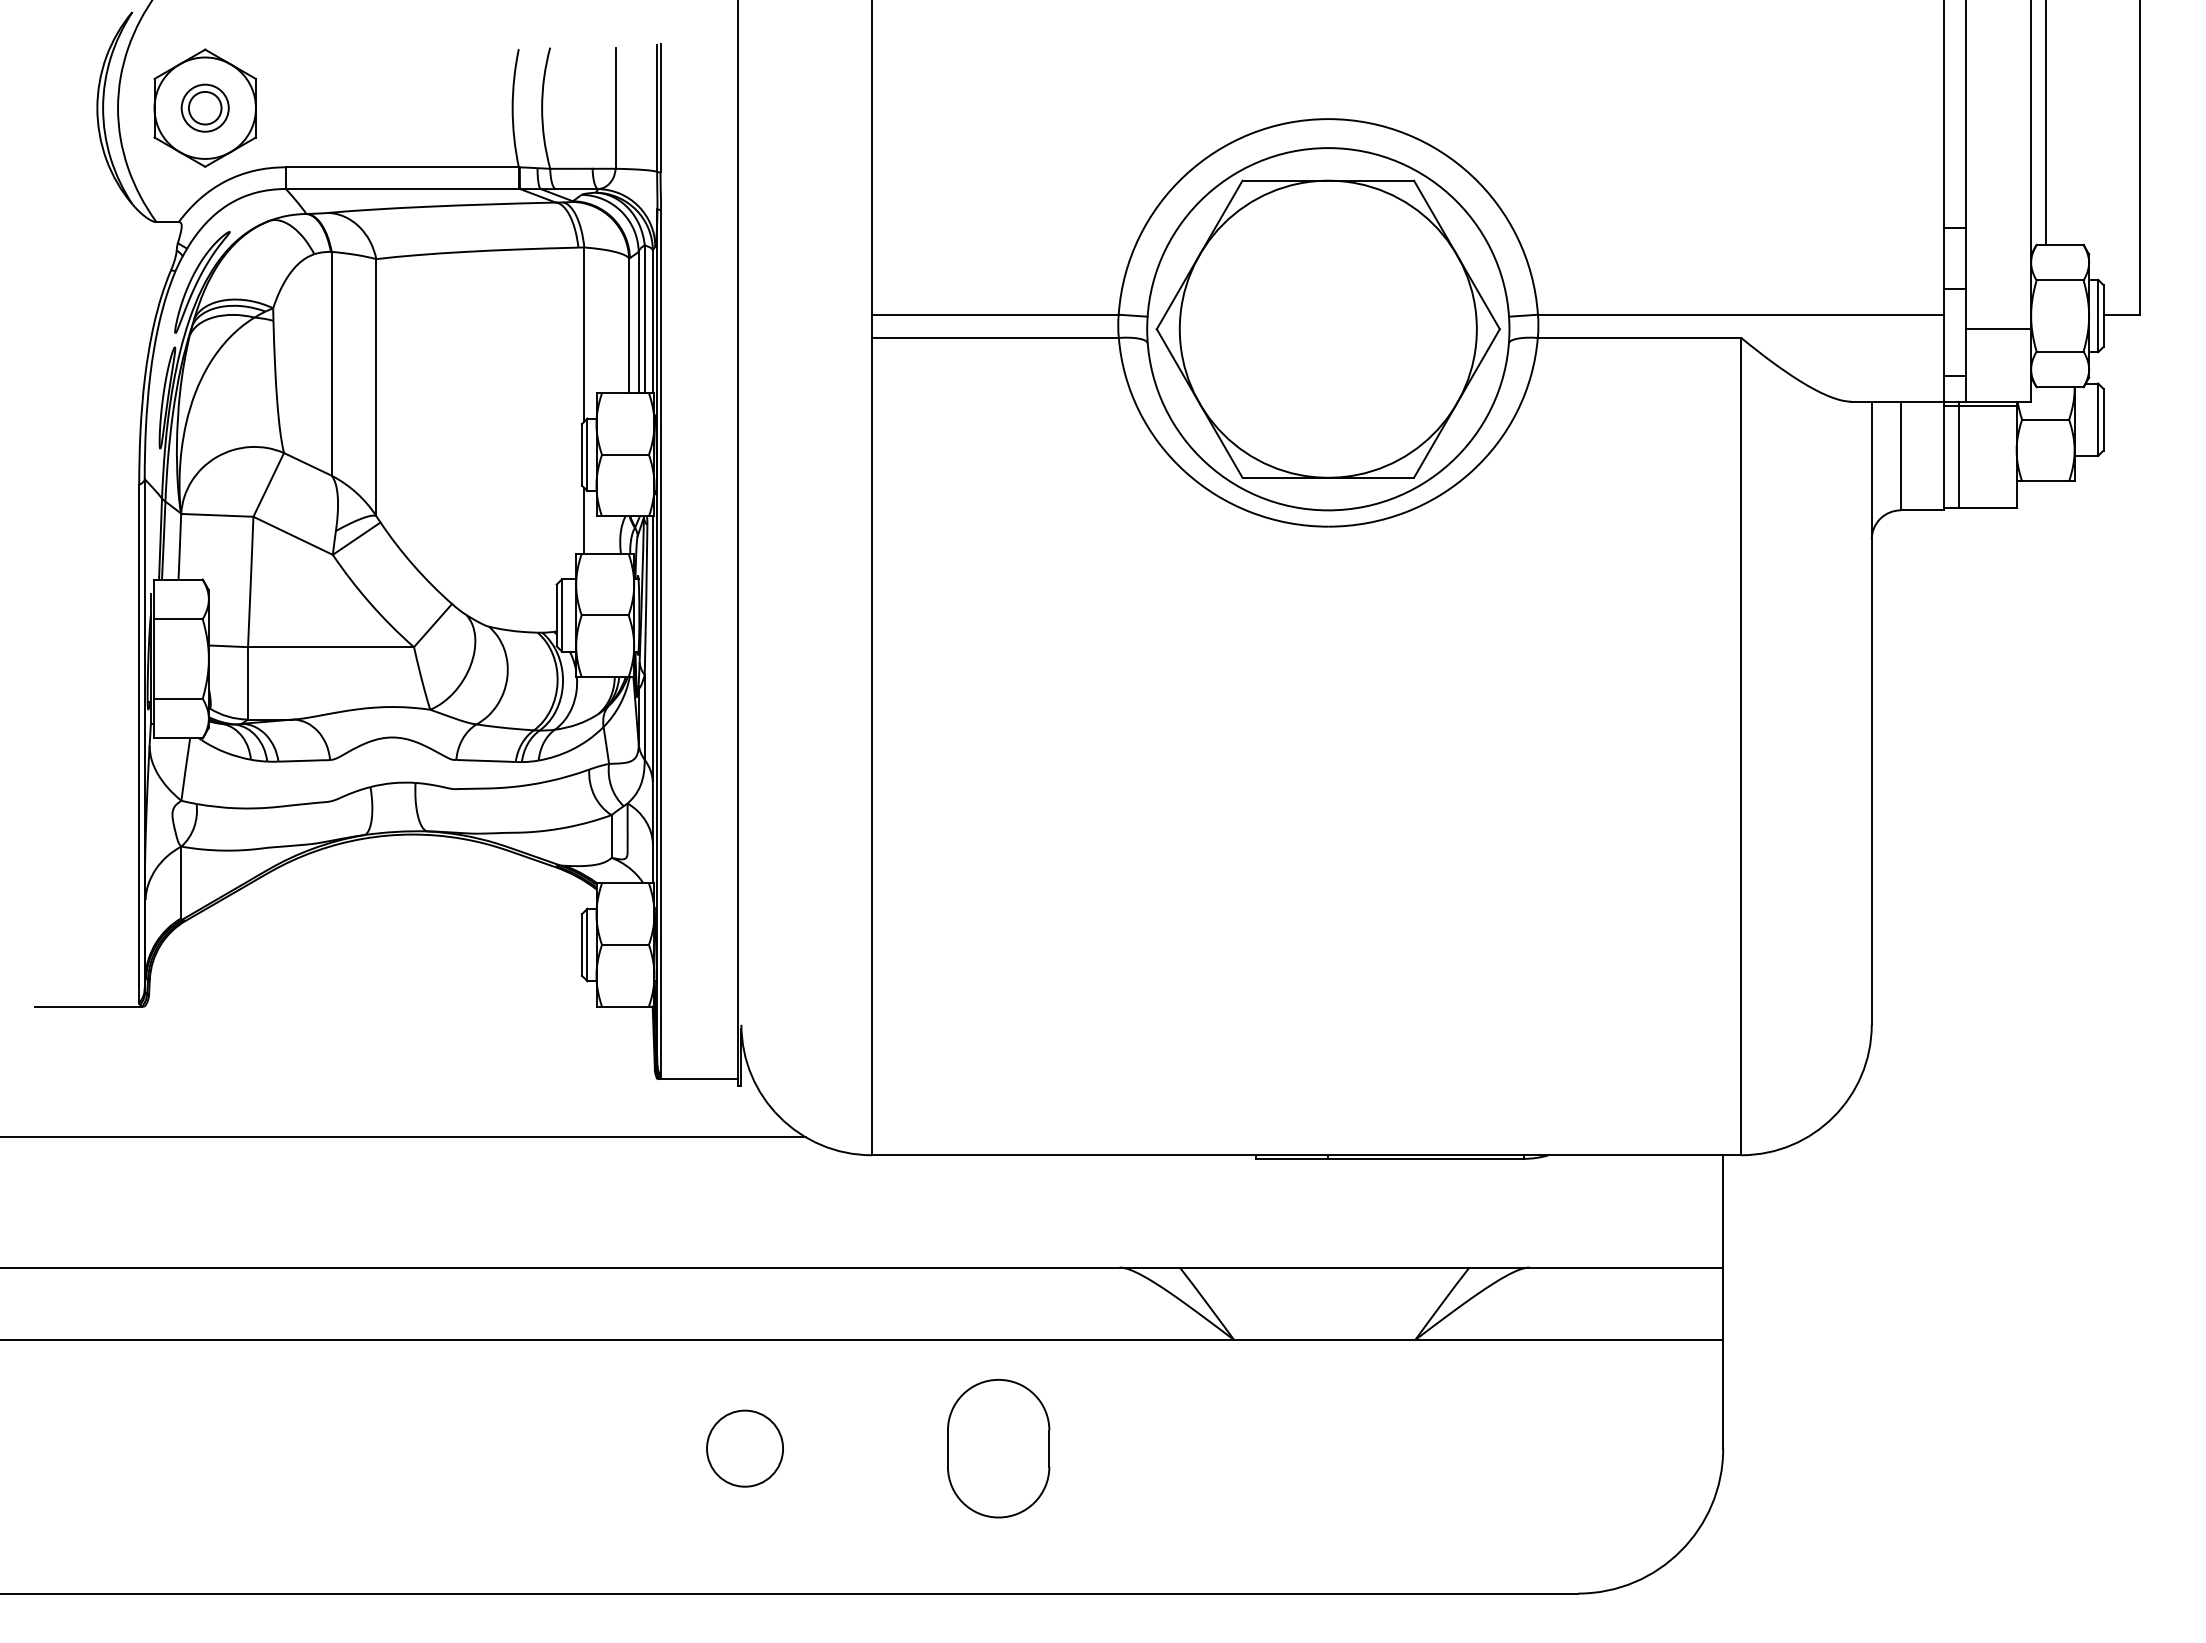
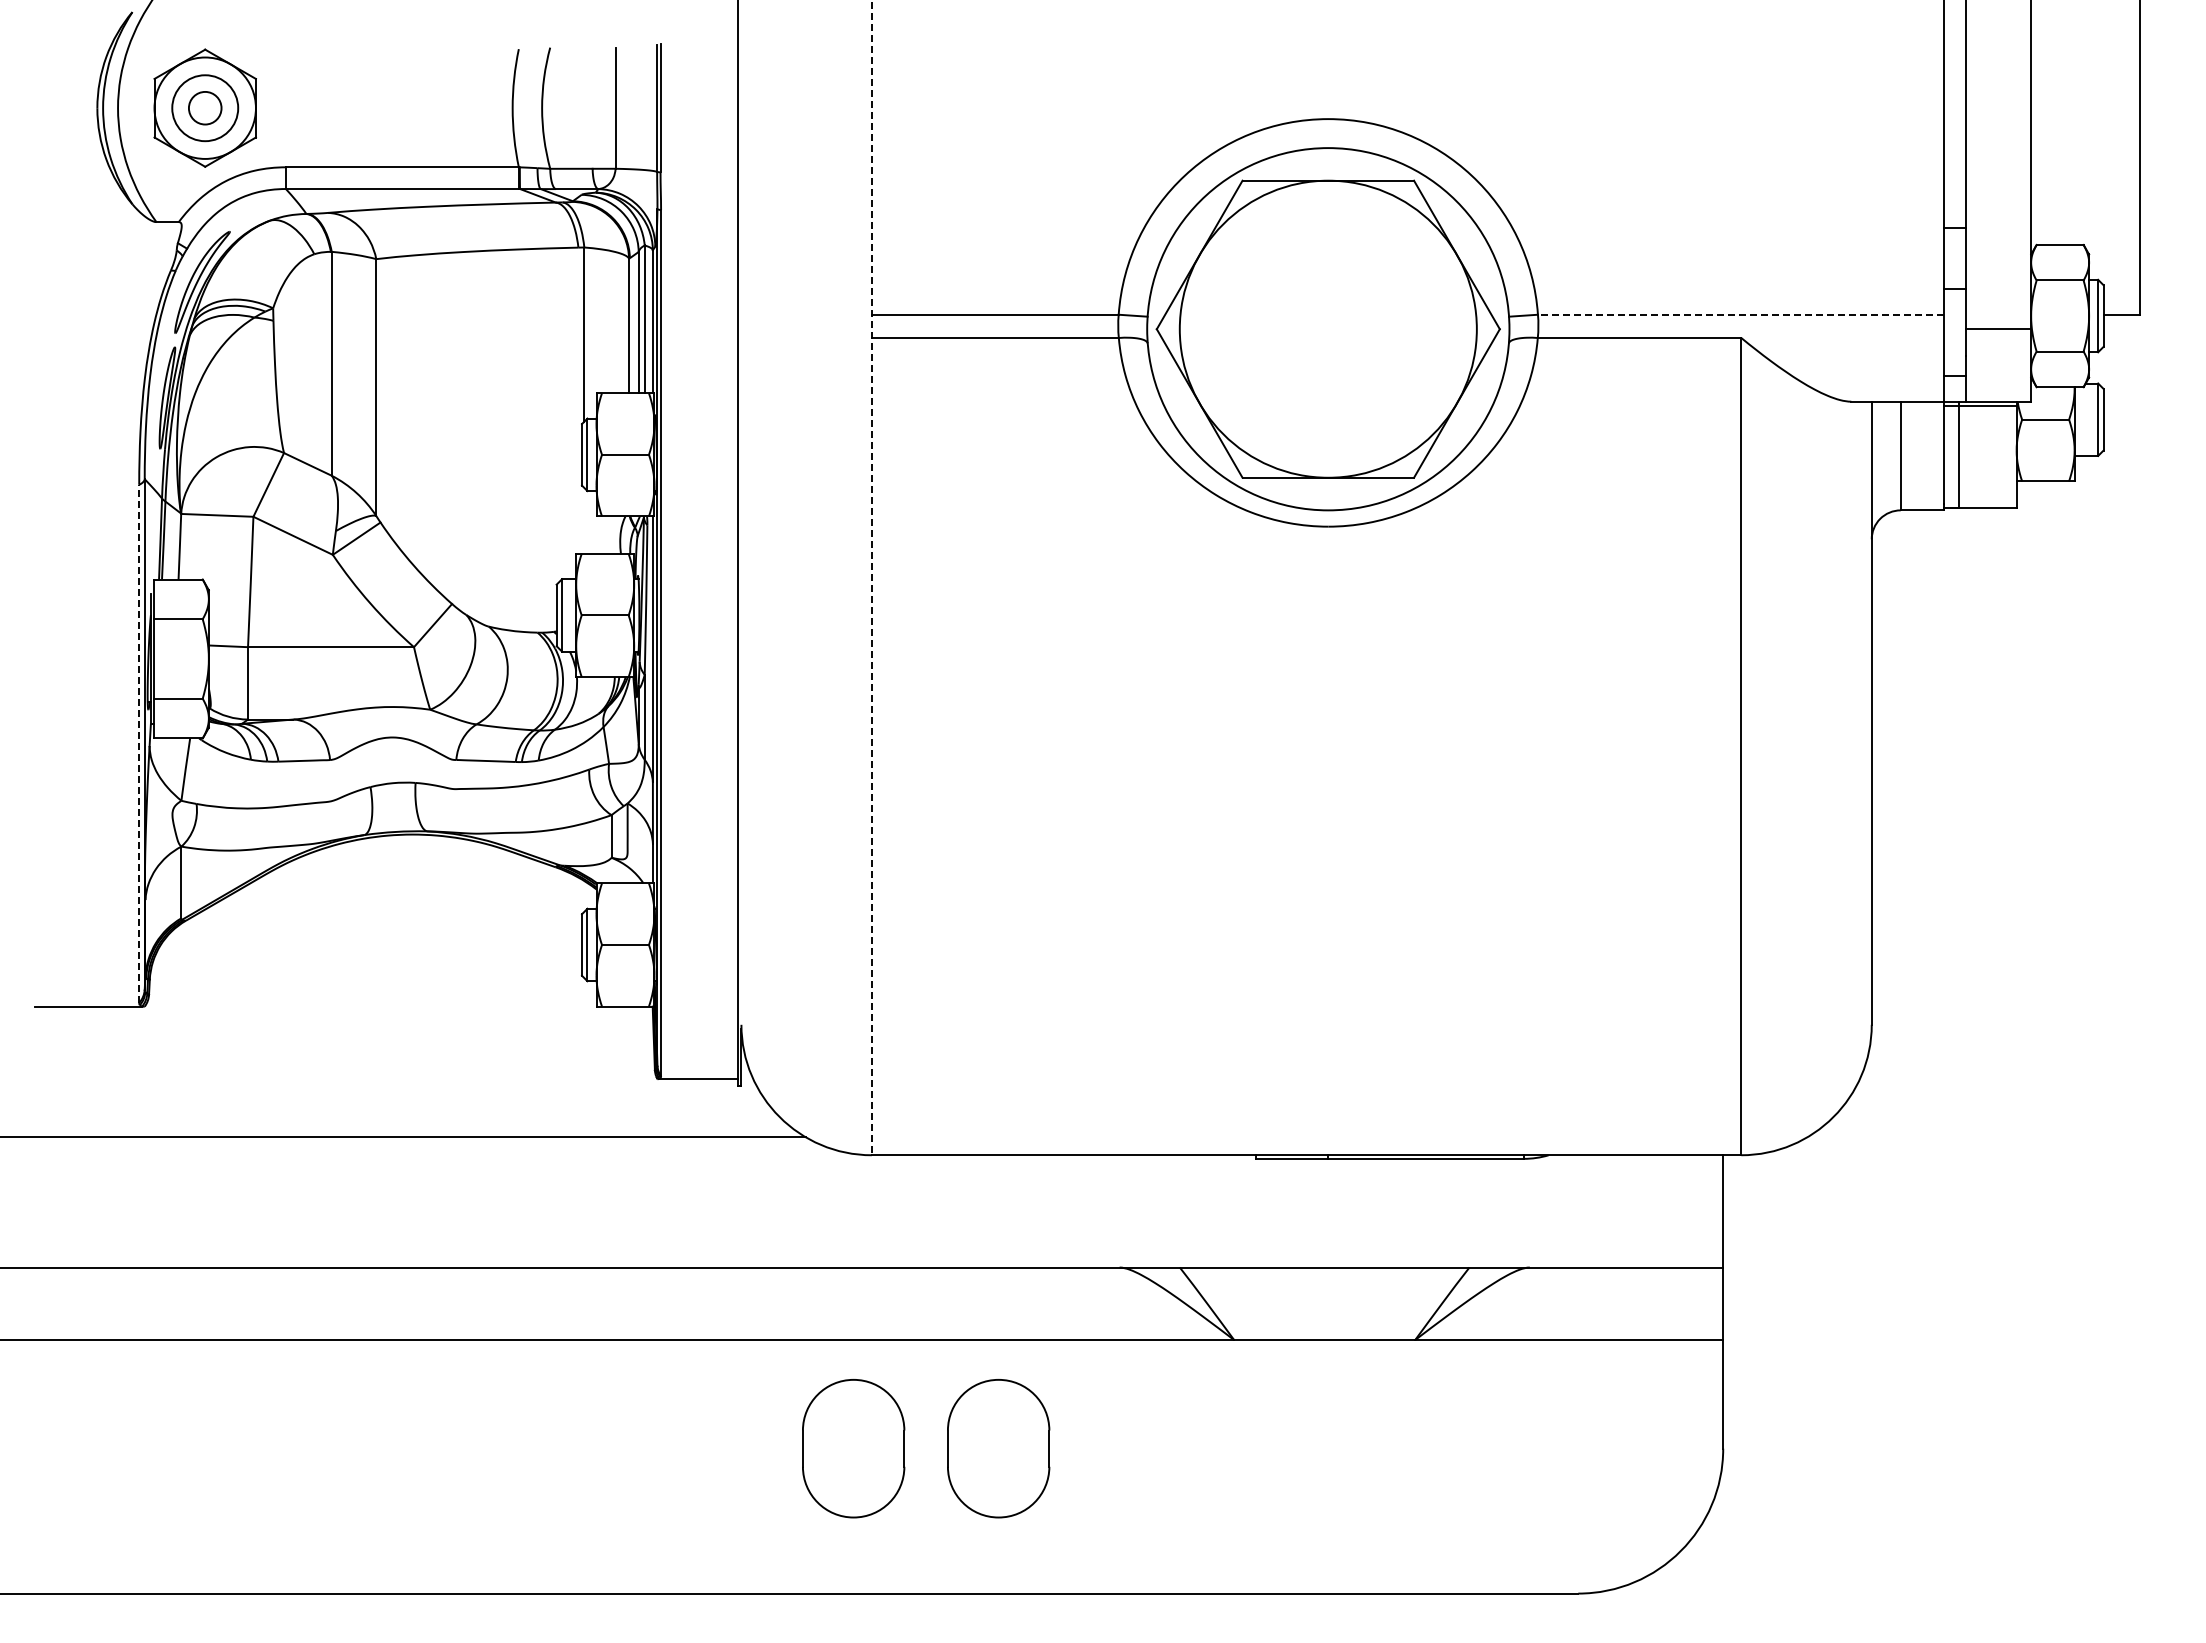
circle at (204, 107) diameter: 47 px -> 66 px
line at (2045, 123): present -> none
line at (1740, 314): solid -> dashed
line at (584, 520): present -> none
line at (871, 578): solid -> dashed
line at (139, 743): solid -> dashed
circle at (744, 1448): present -> none
part at (853, 1448): none -> present
